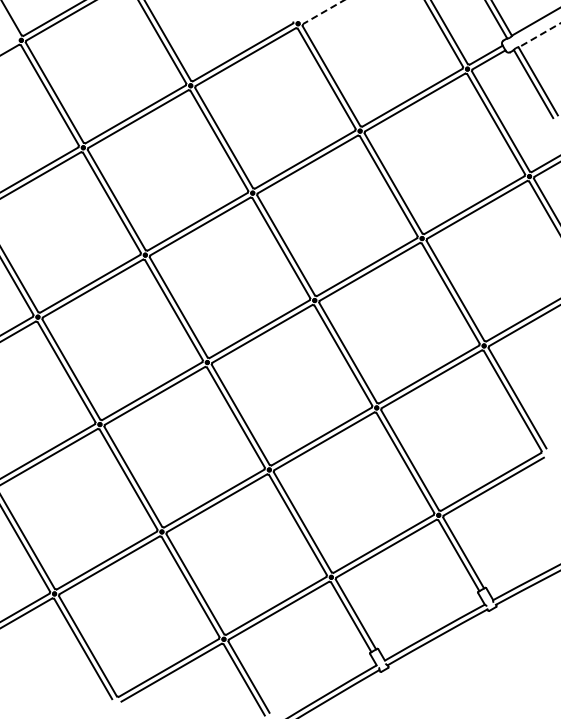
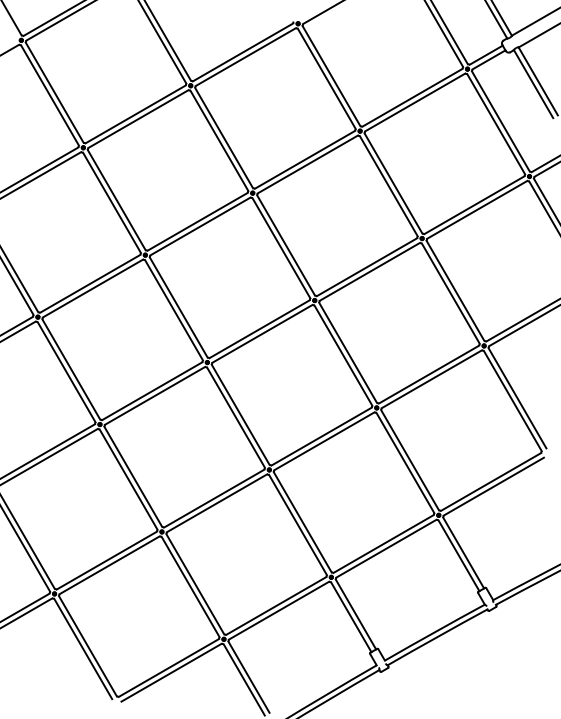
line at (323, 12): dashed -> solid
line at (539, 35): dashed -> solid
